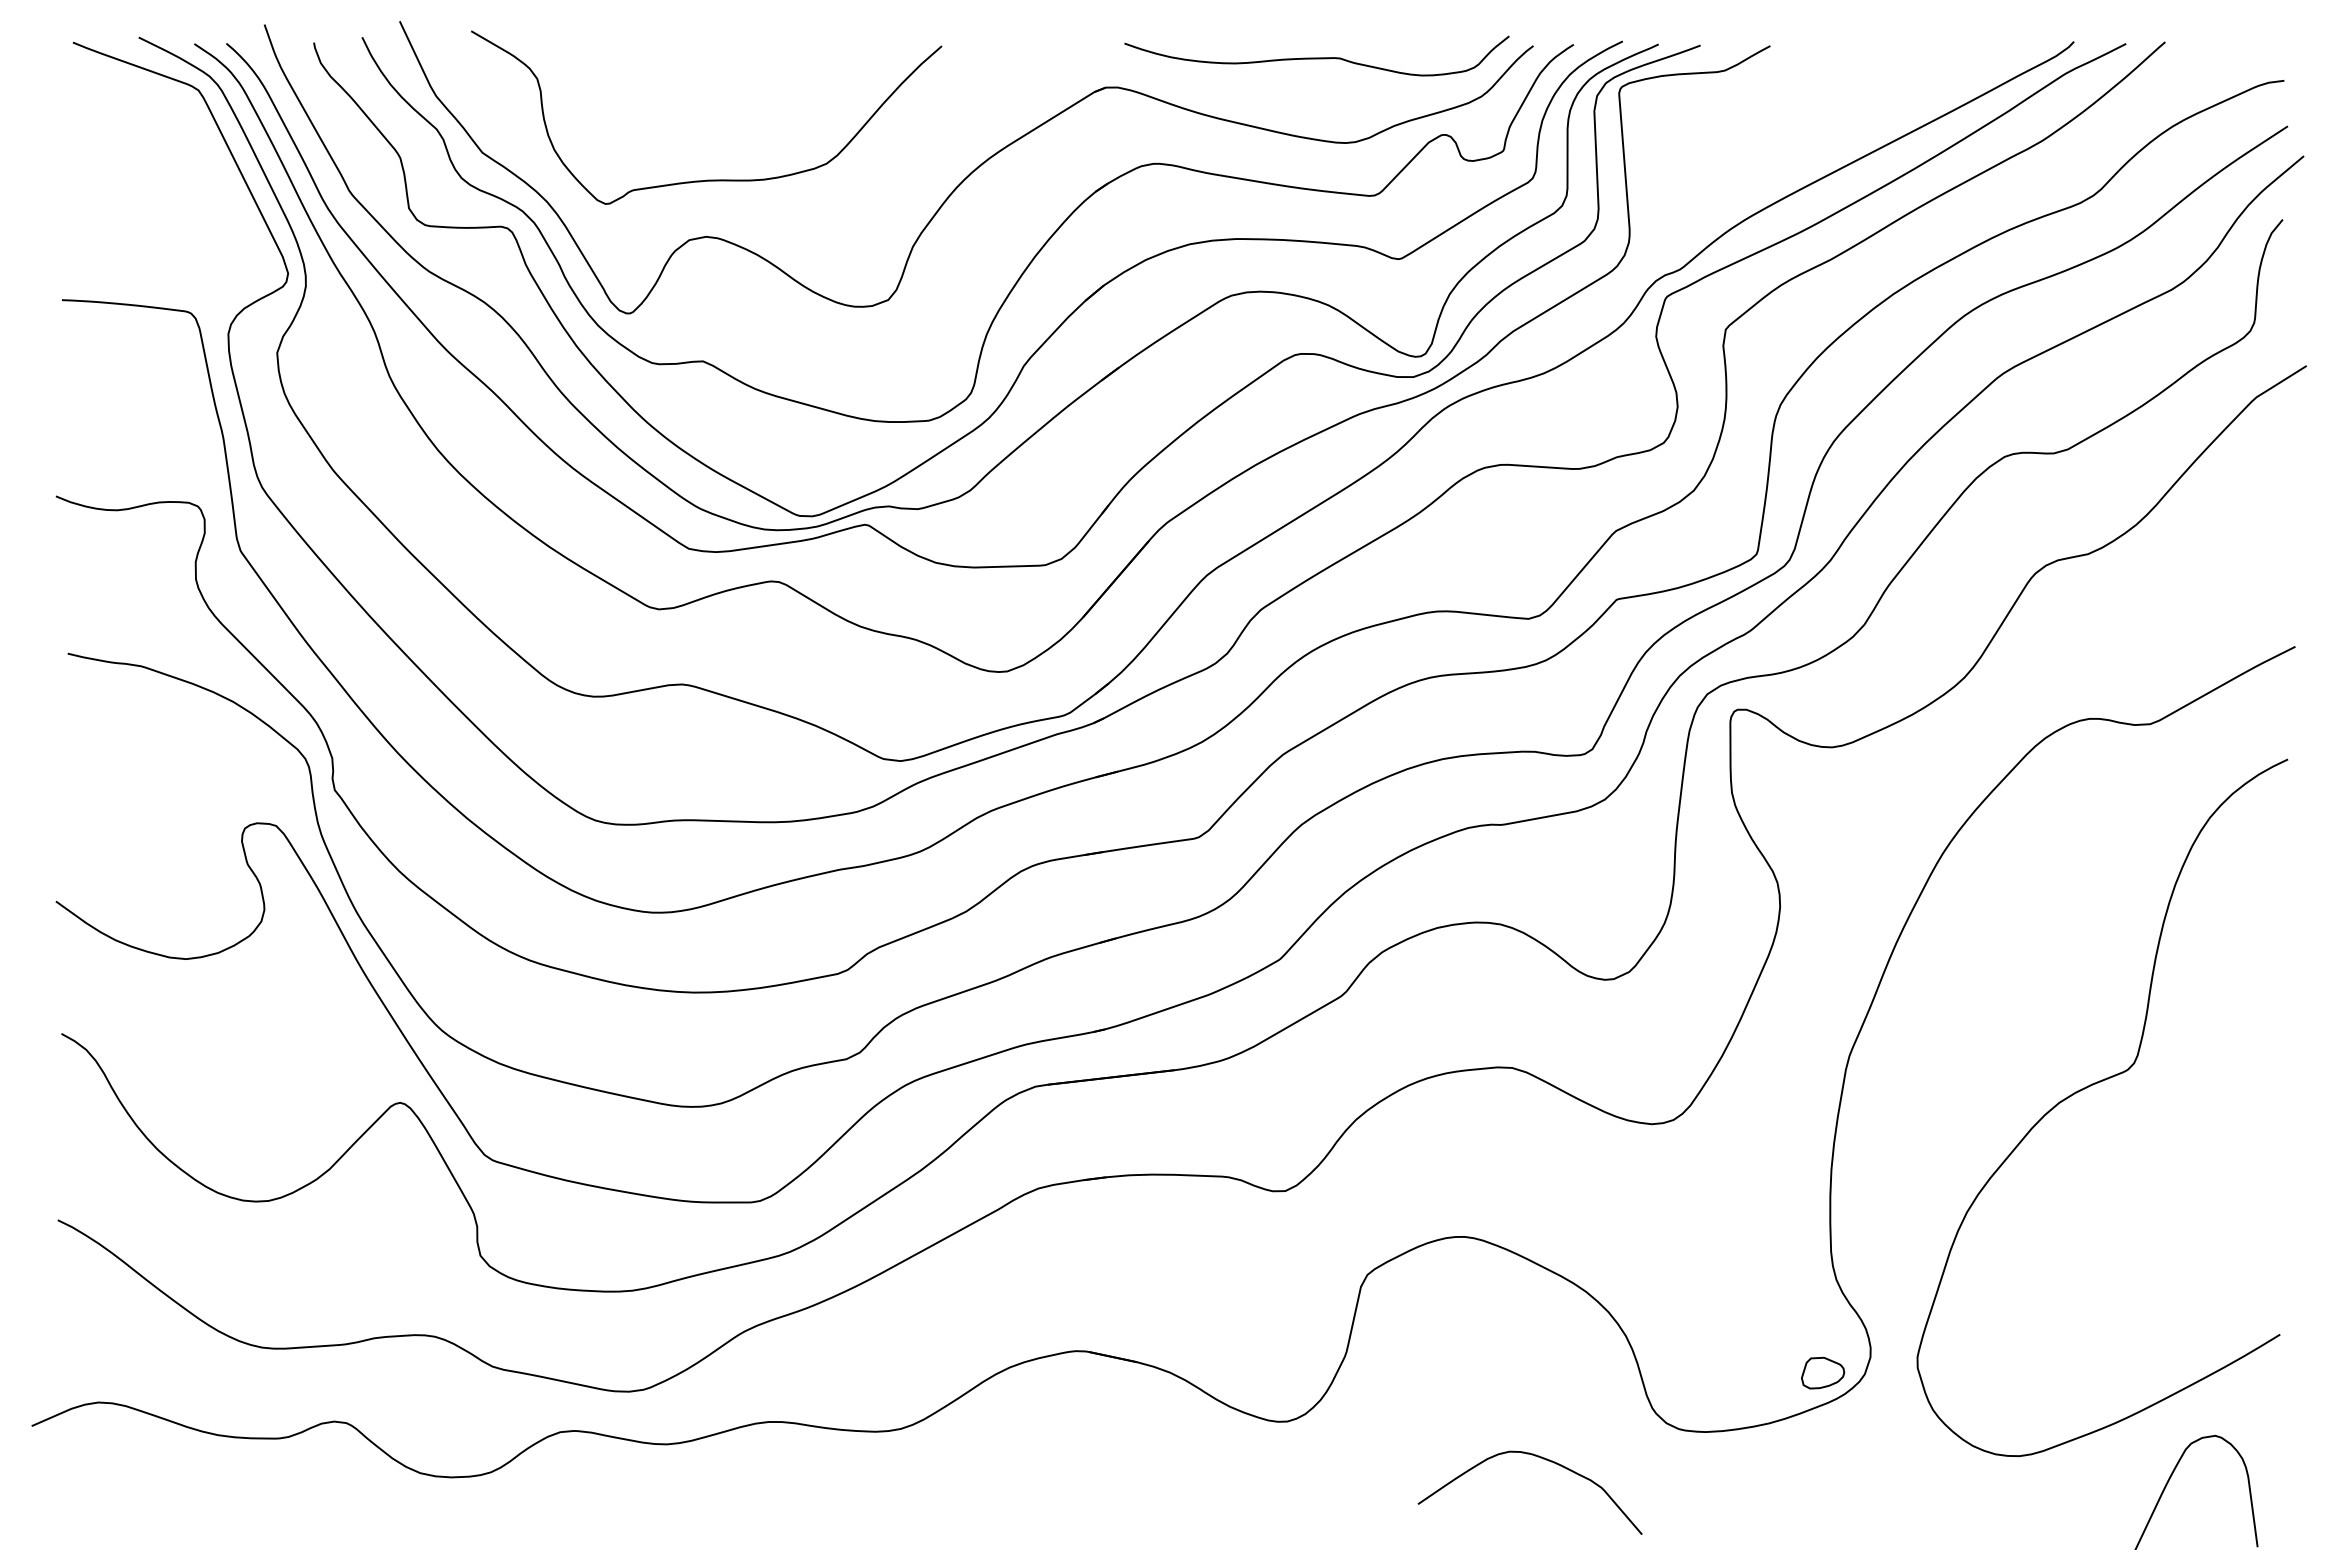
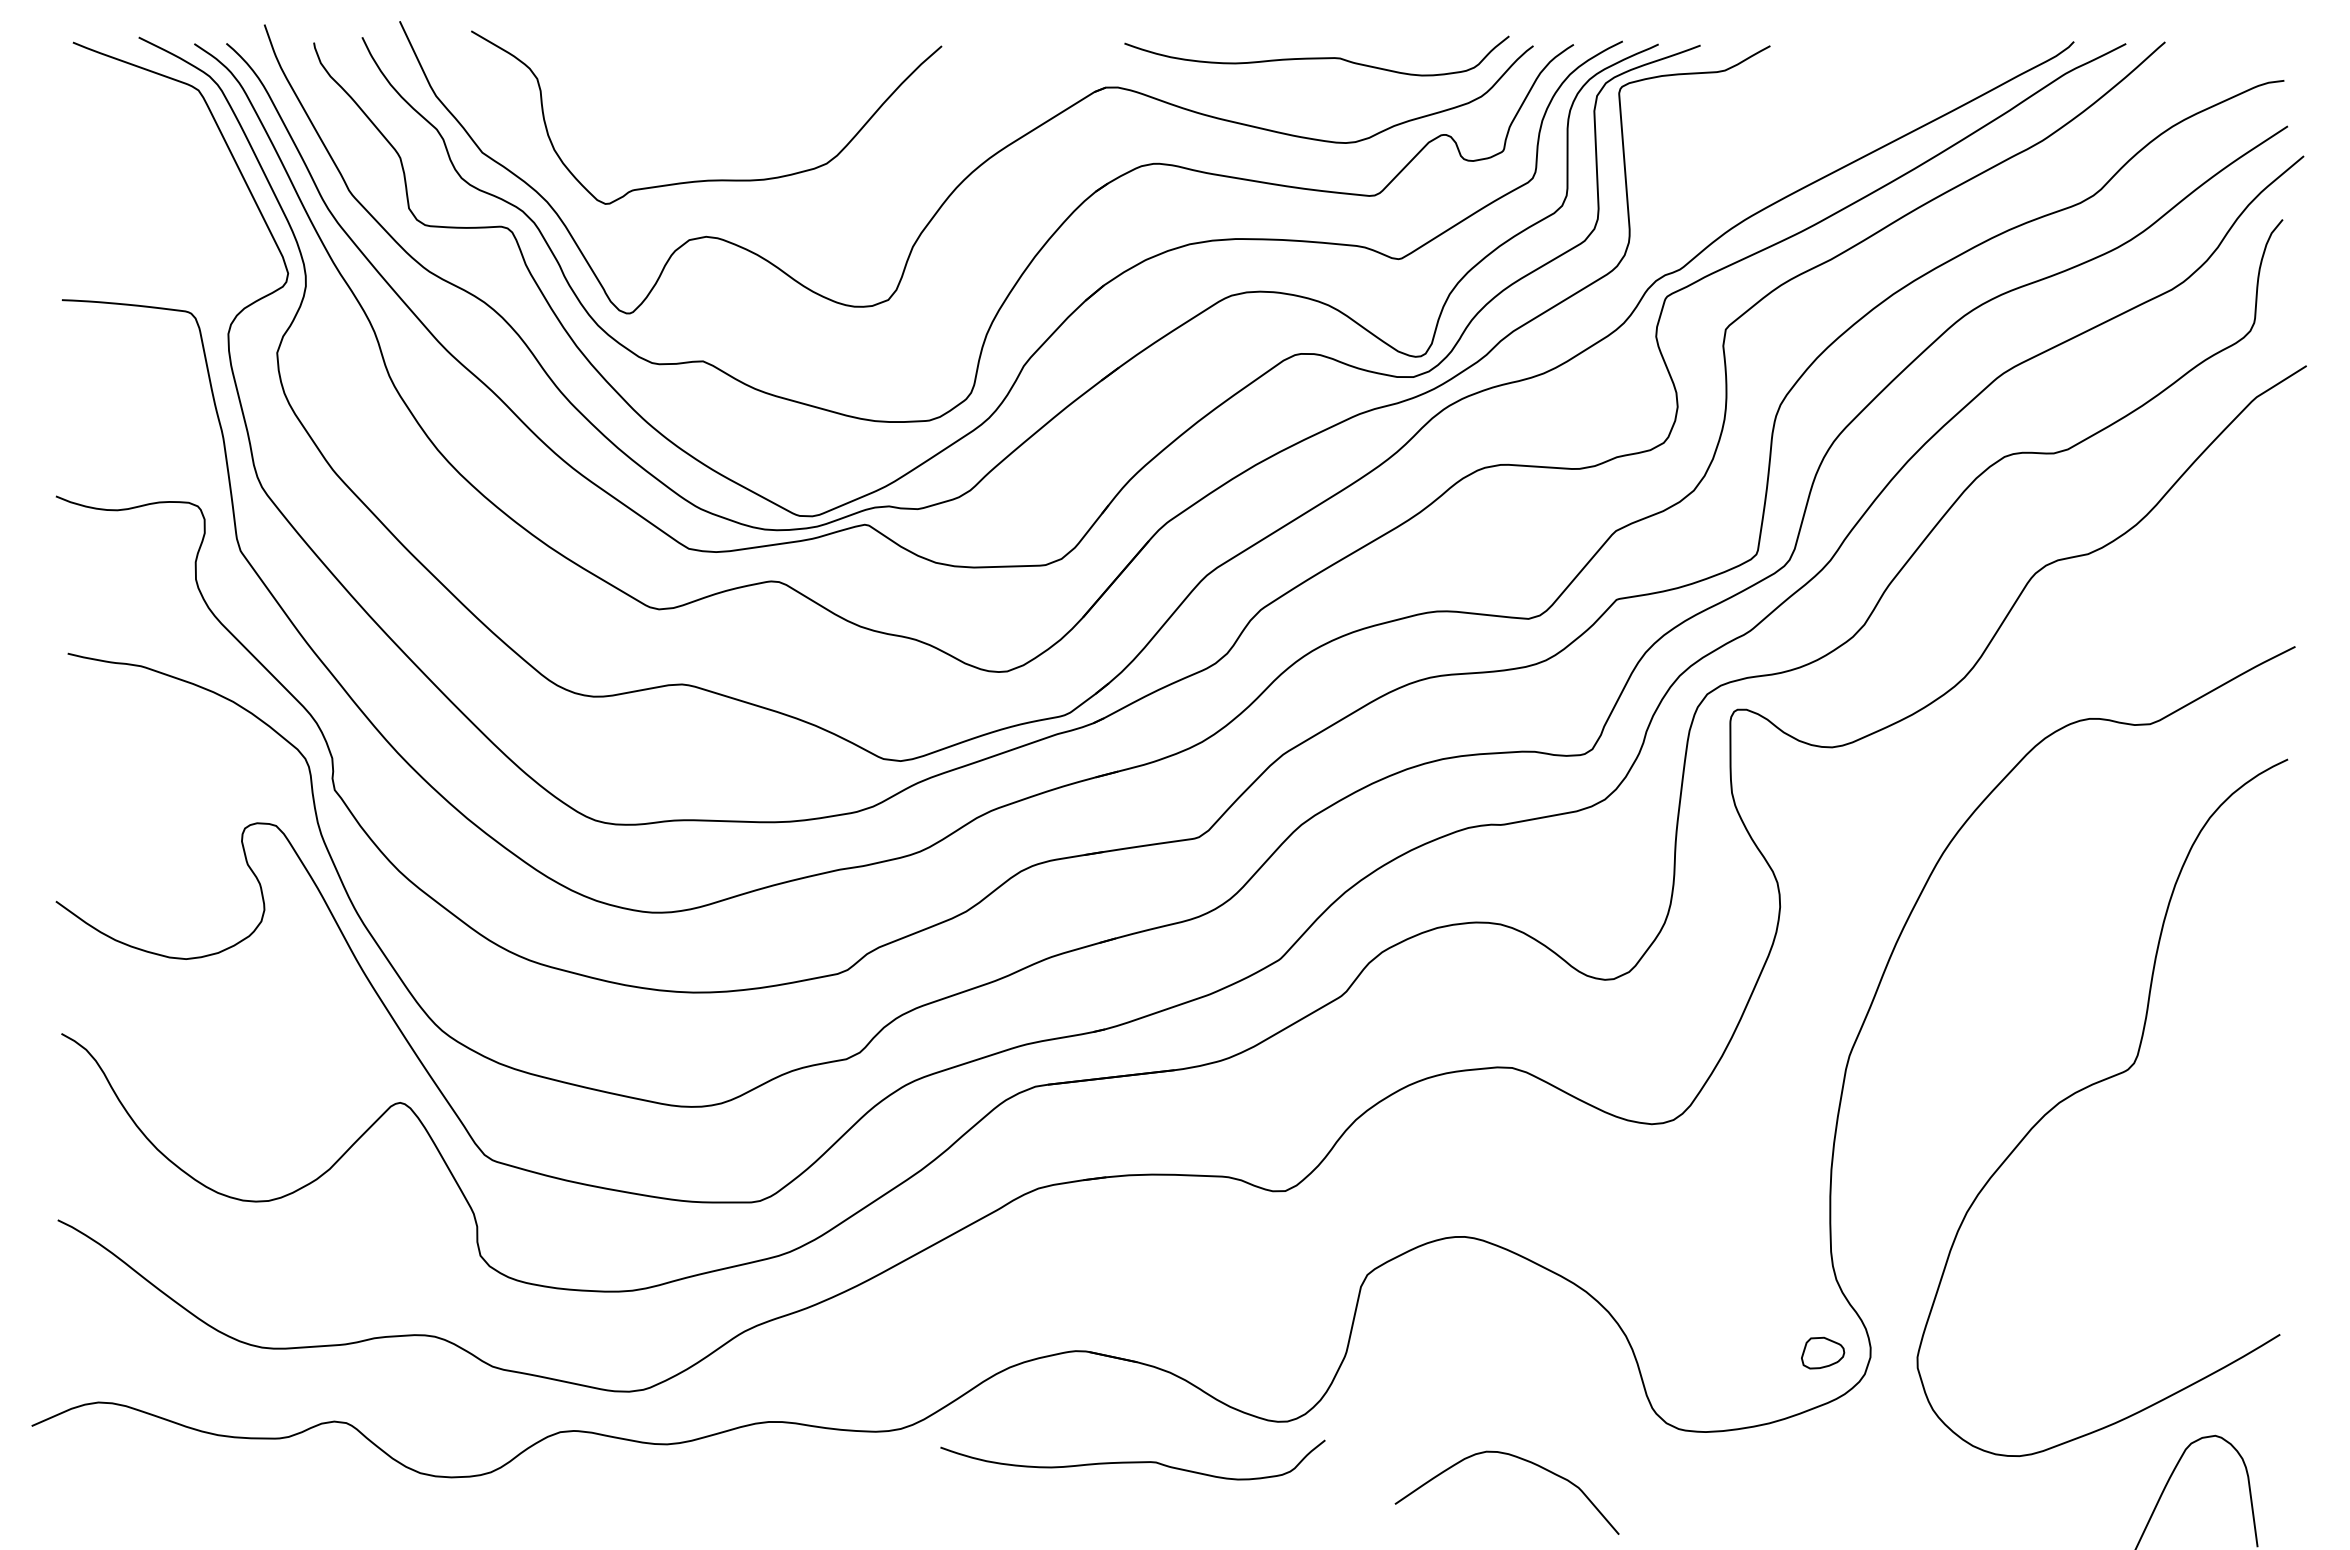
part at (1823, 1372) position: (1823, 1372) -> (1823, 1352)
curve at (1540, 1458) position: (1540, 1458) -> (1517, 1458)
curve at (1132, 1461): none -> present
